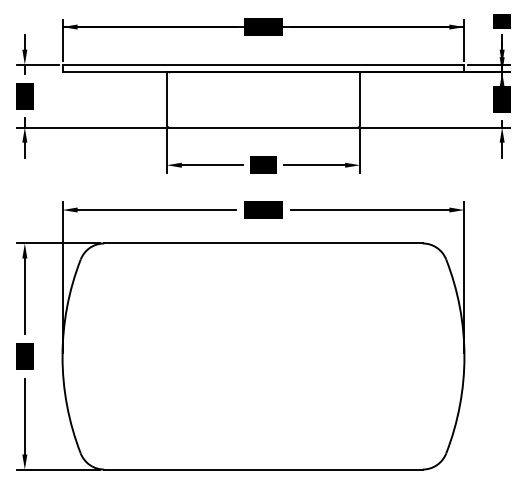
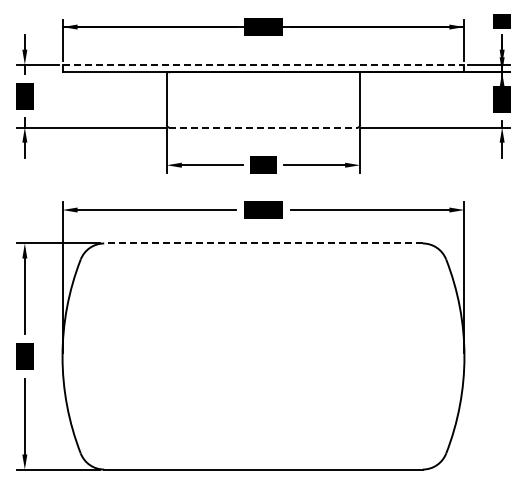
line at (263, 64): solid -> dashed
line at (263, 127): solid -> dashed
line at (263, 243): solid -> dashed
